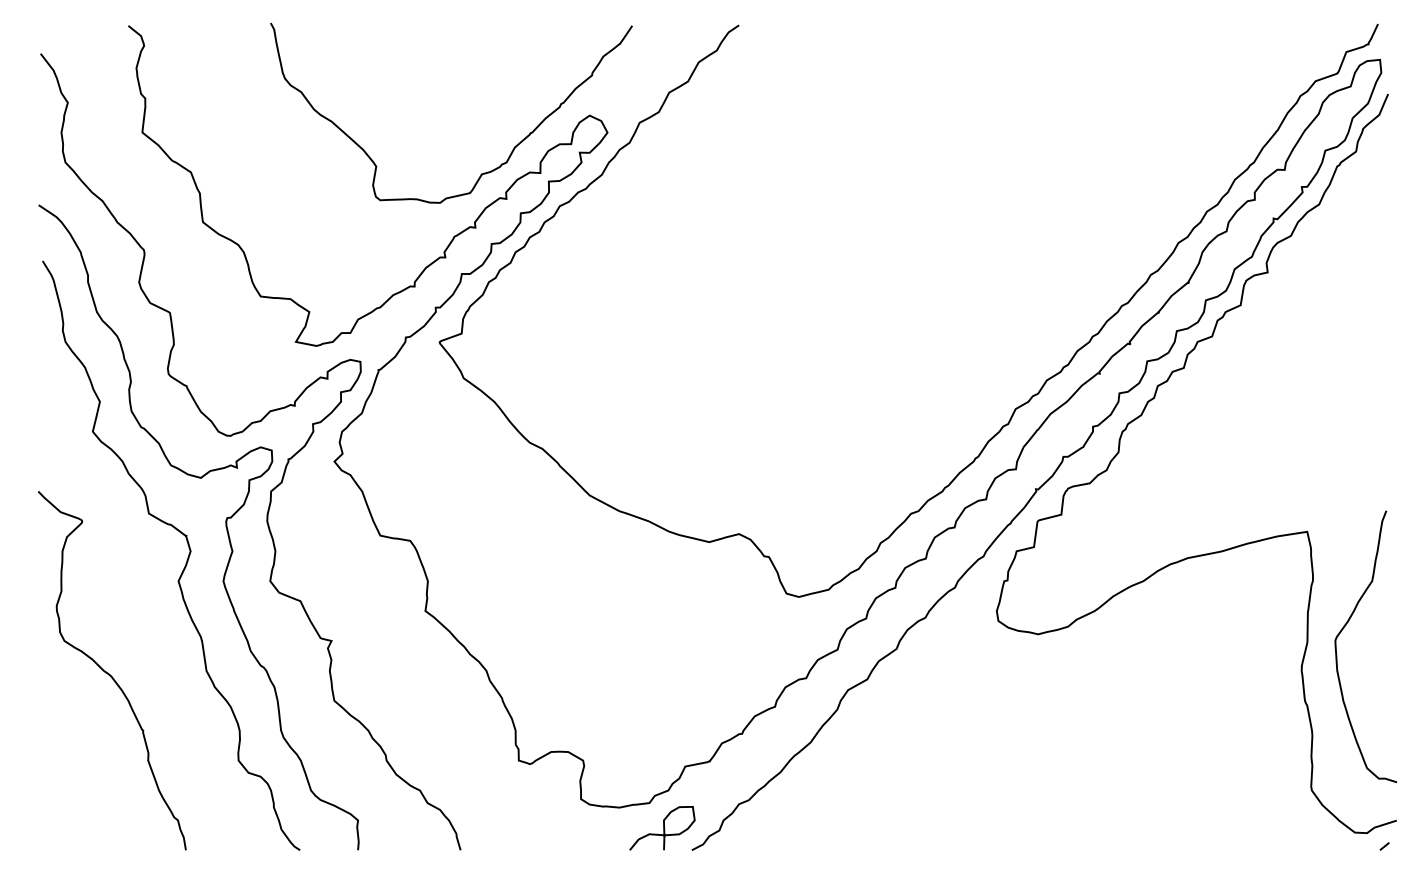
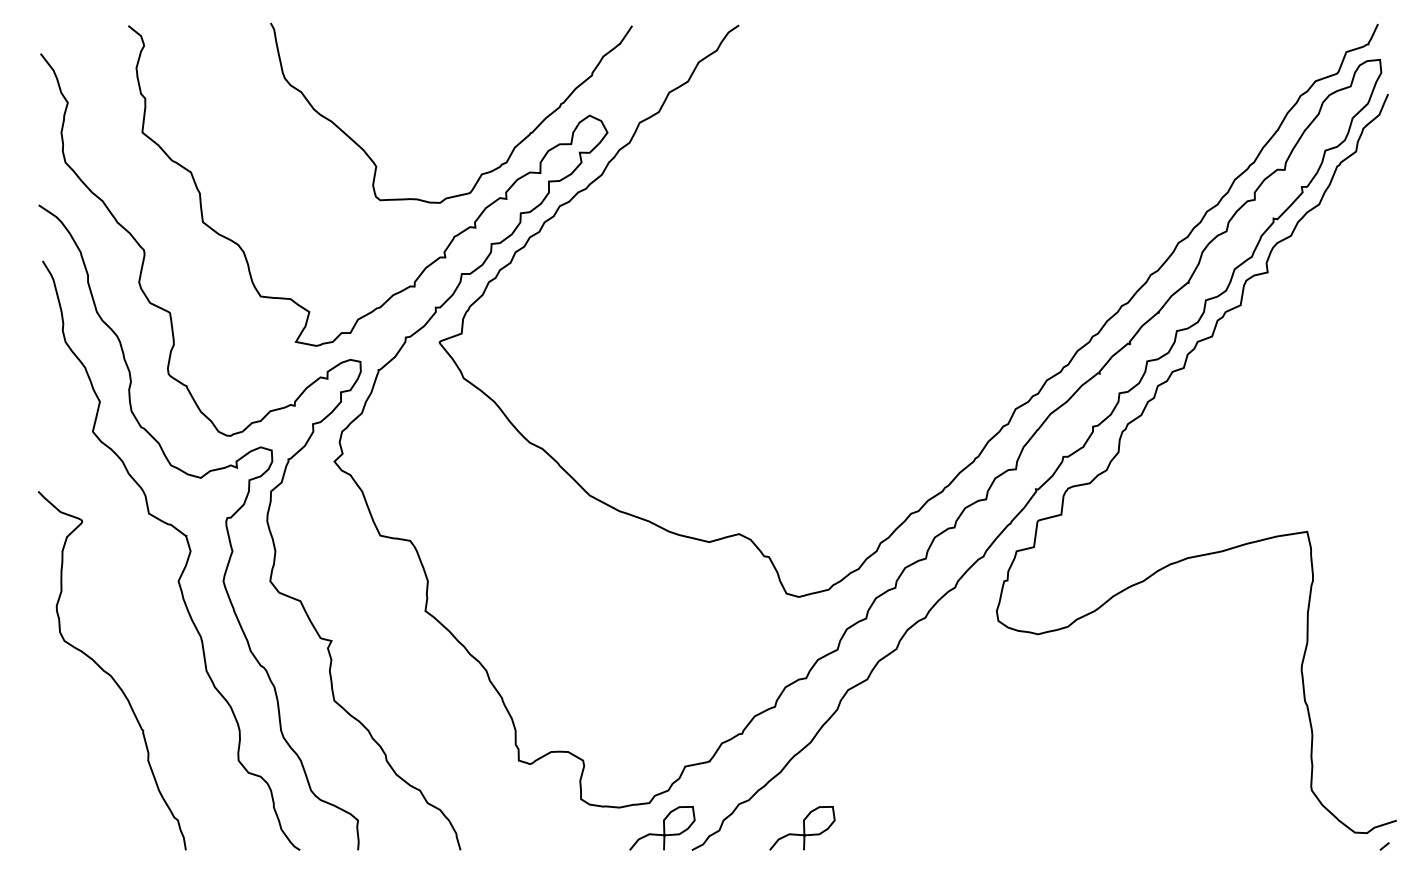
curve at (1344, 628): present -> none
curve at (803, 828): none -> present
